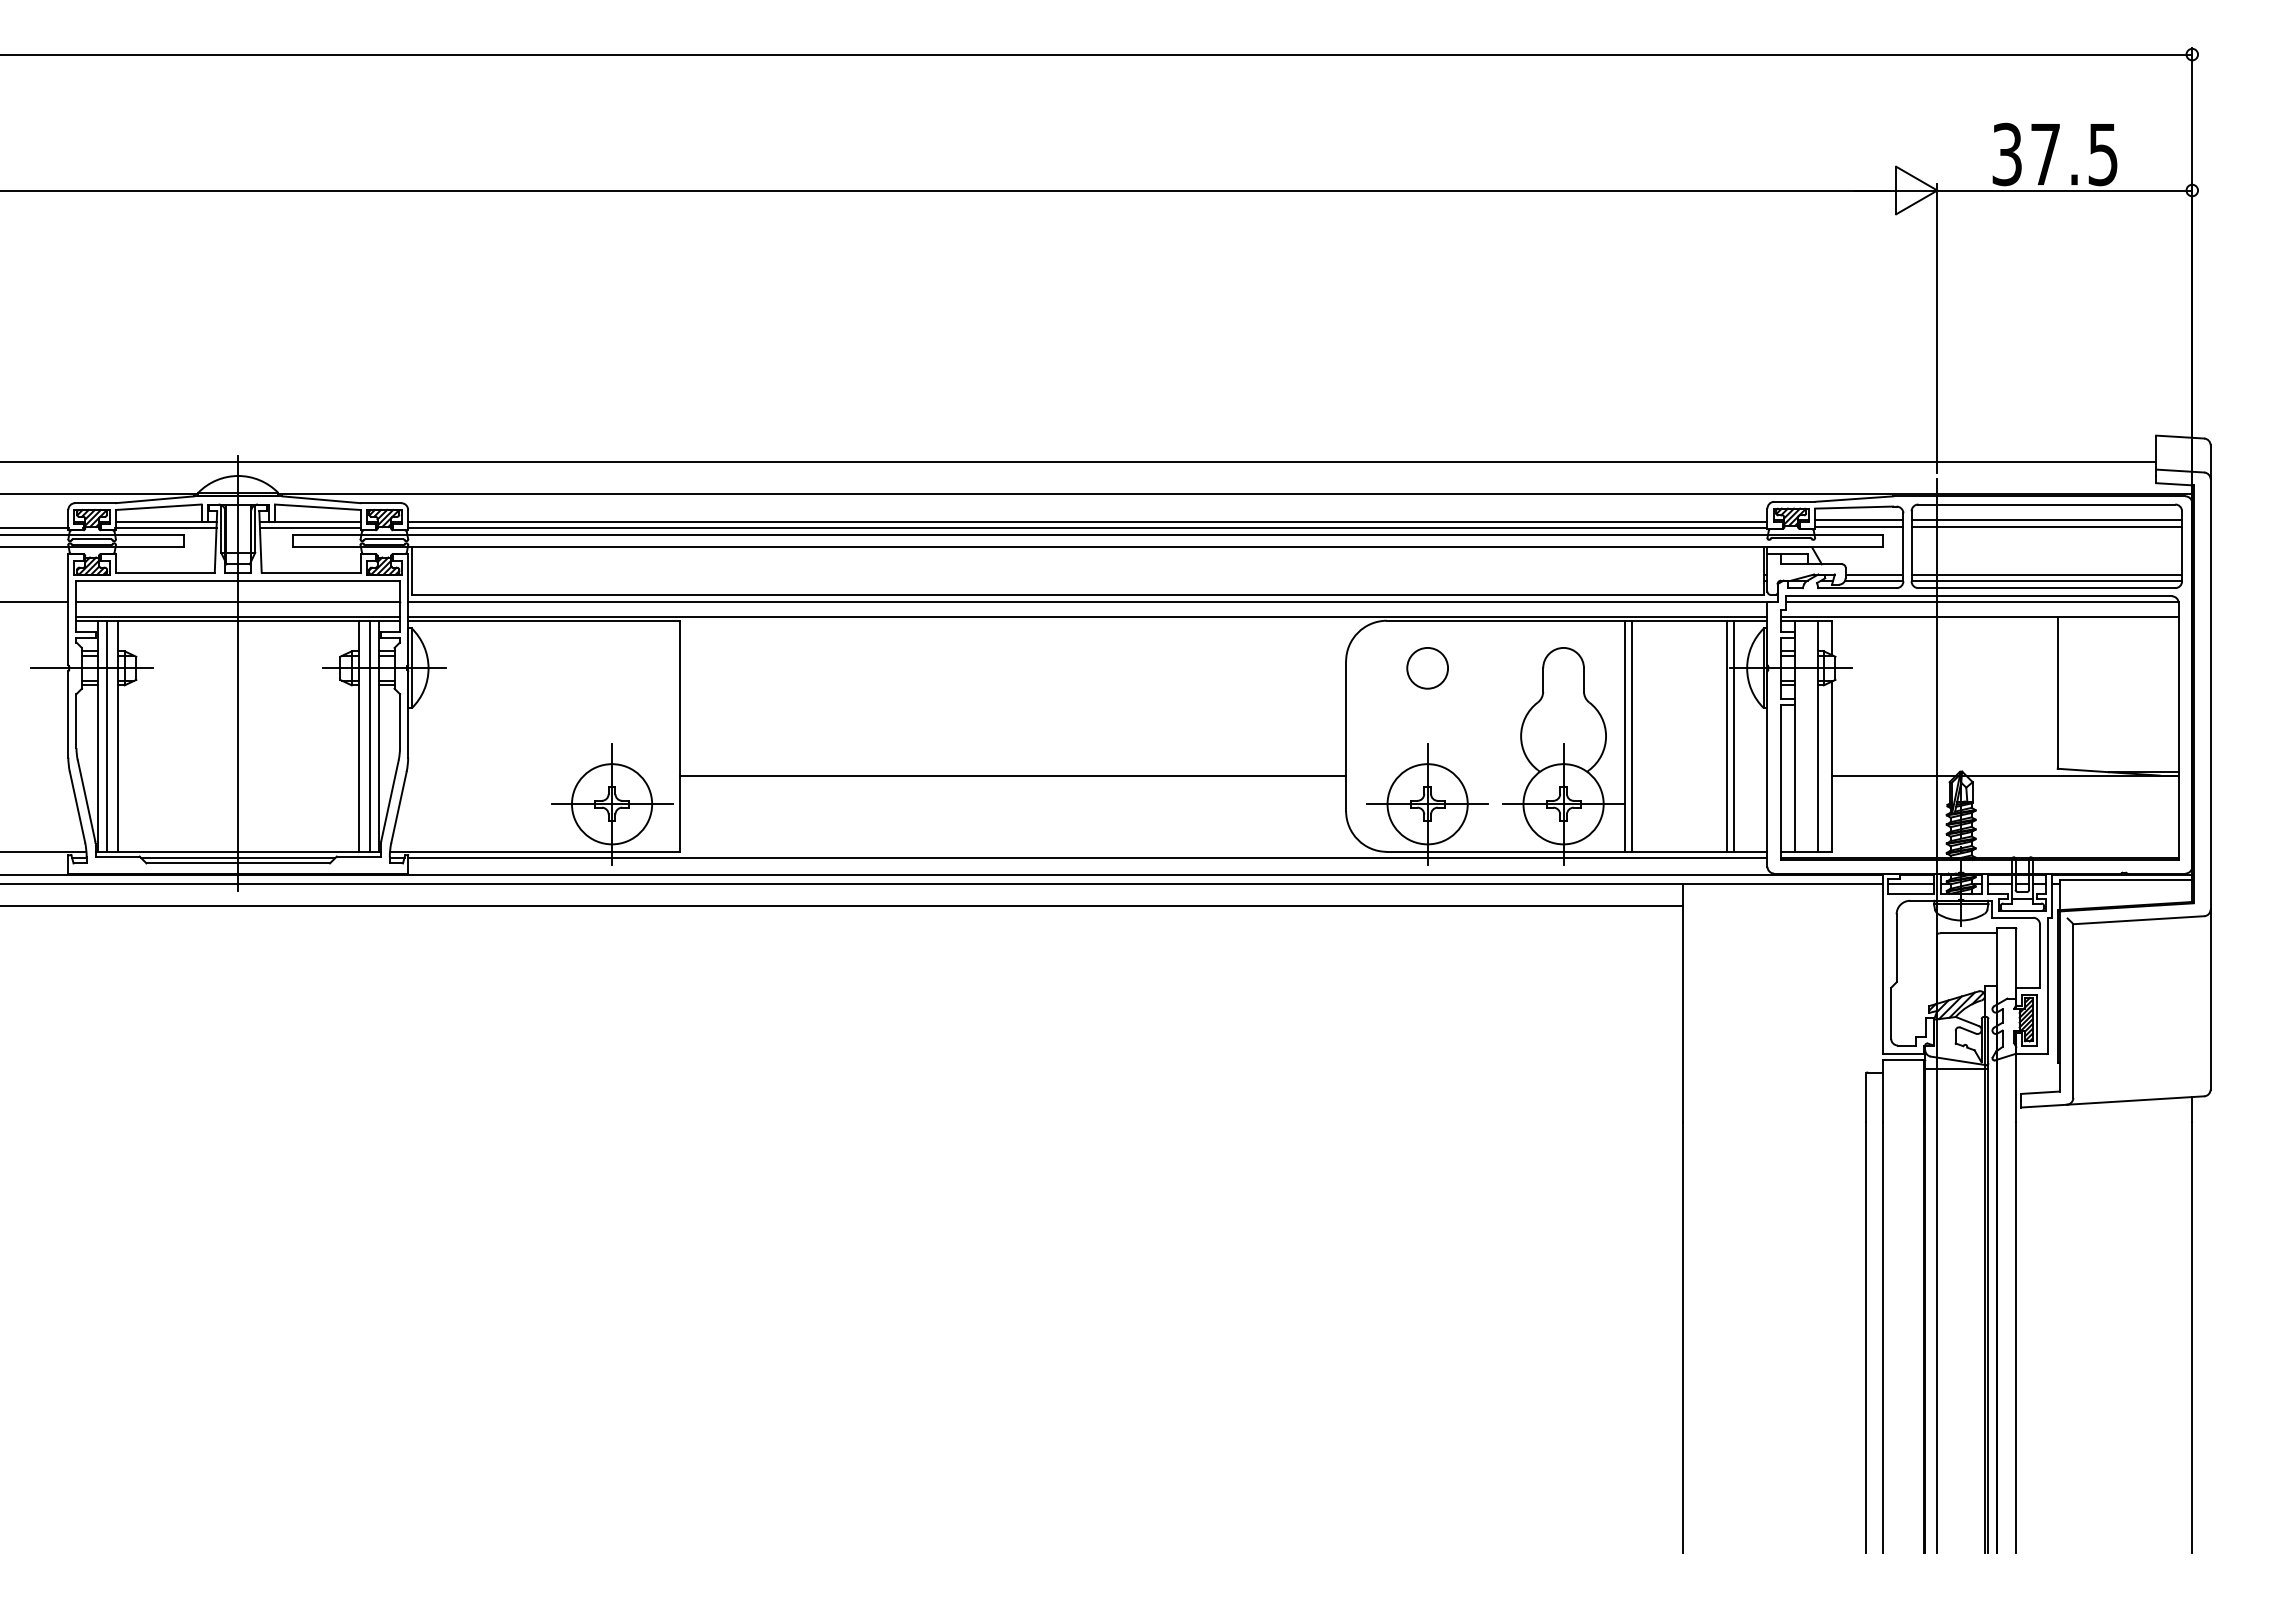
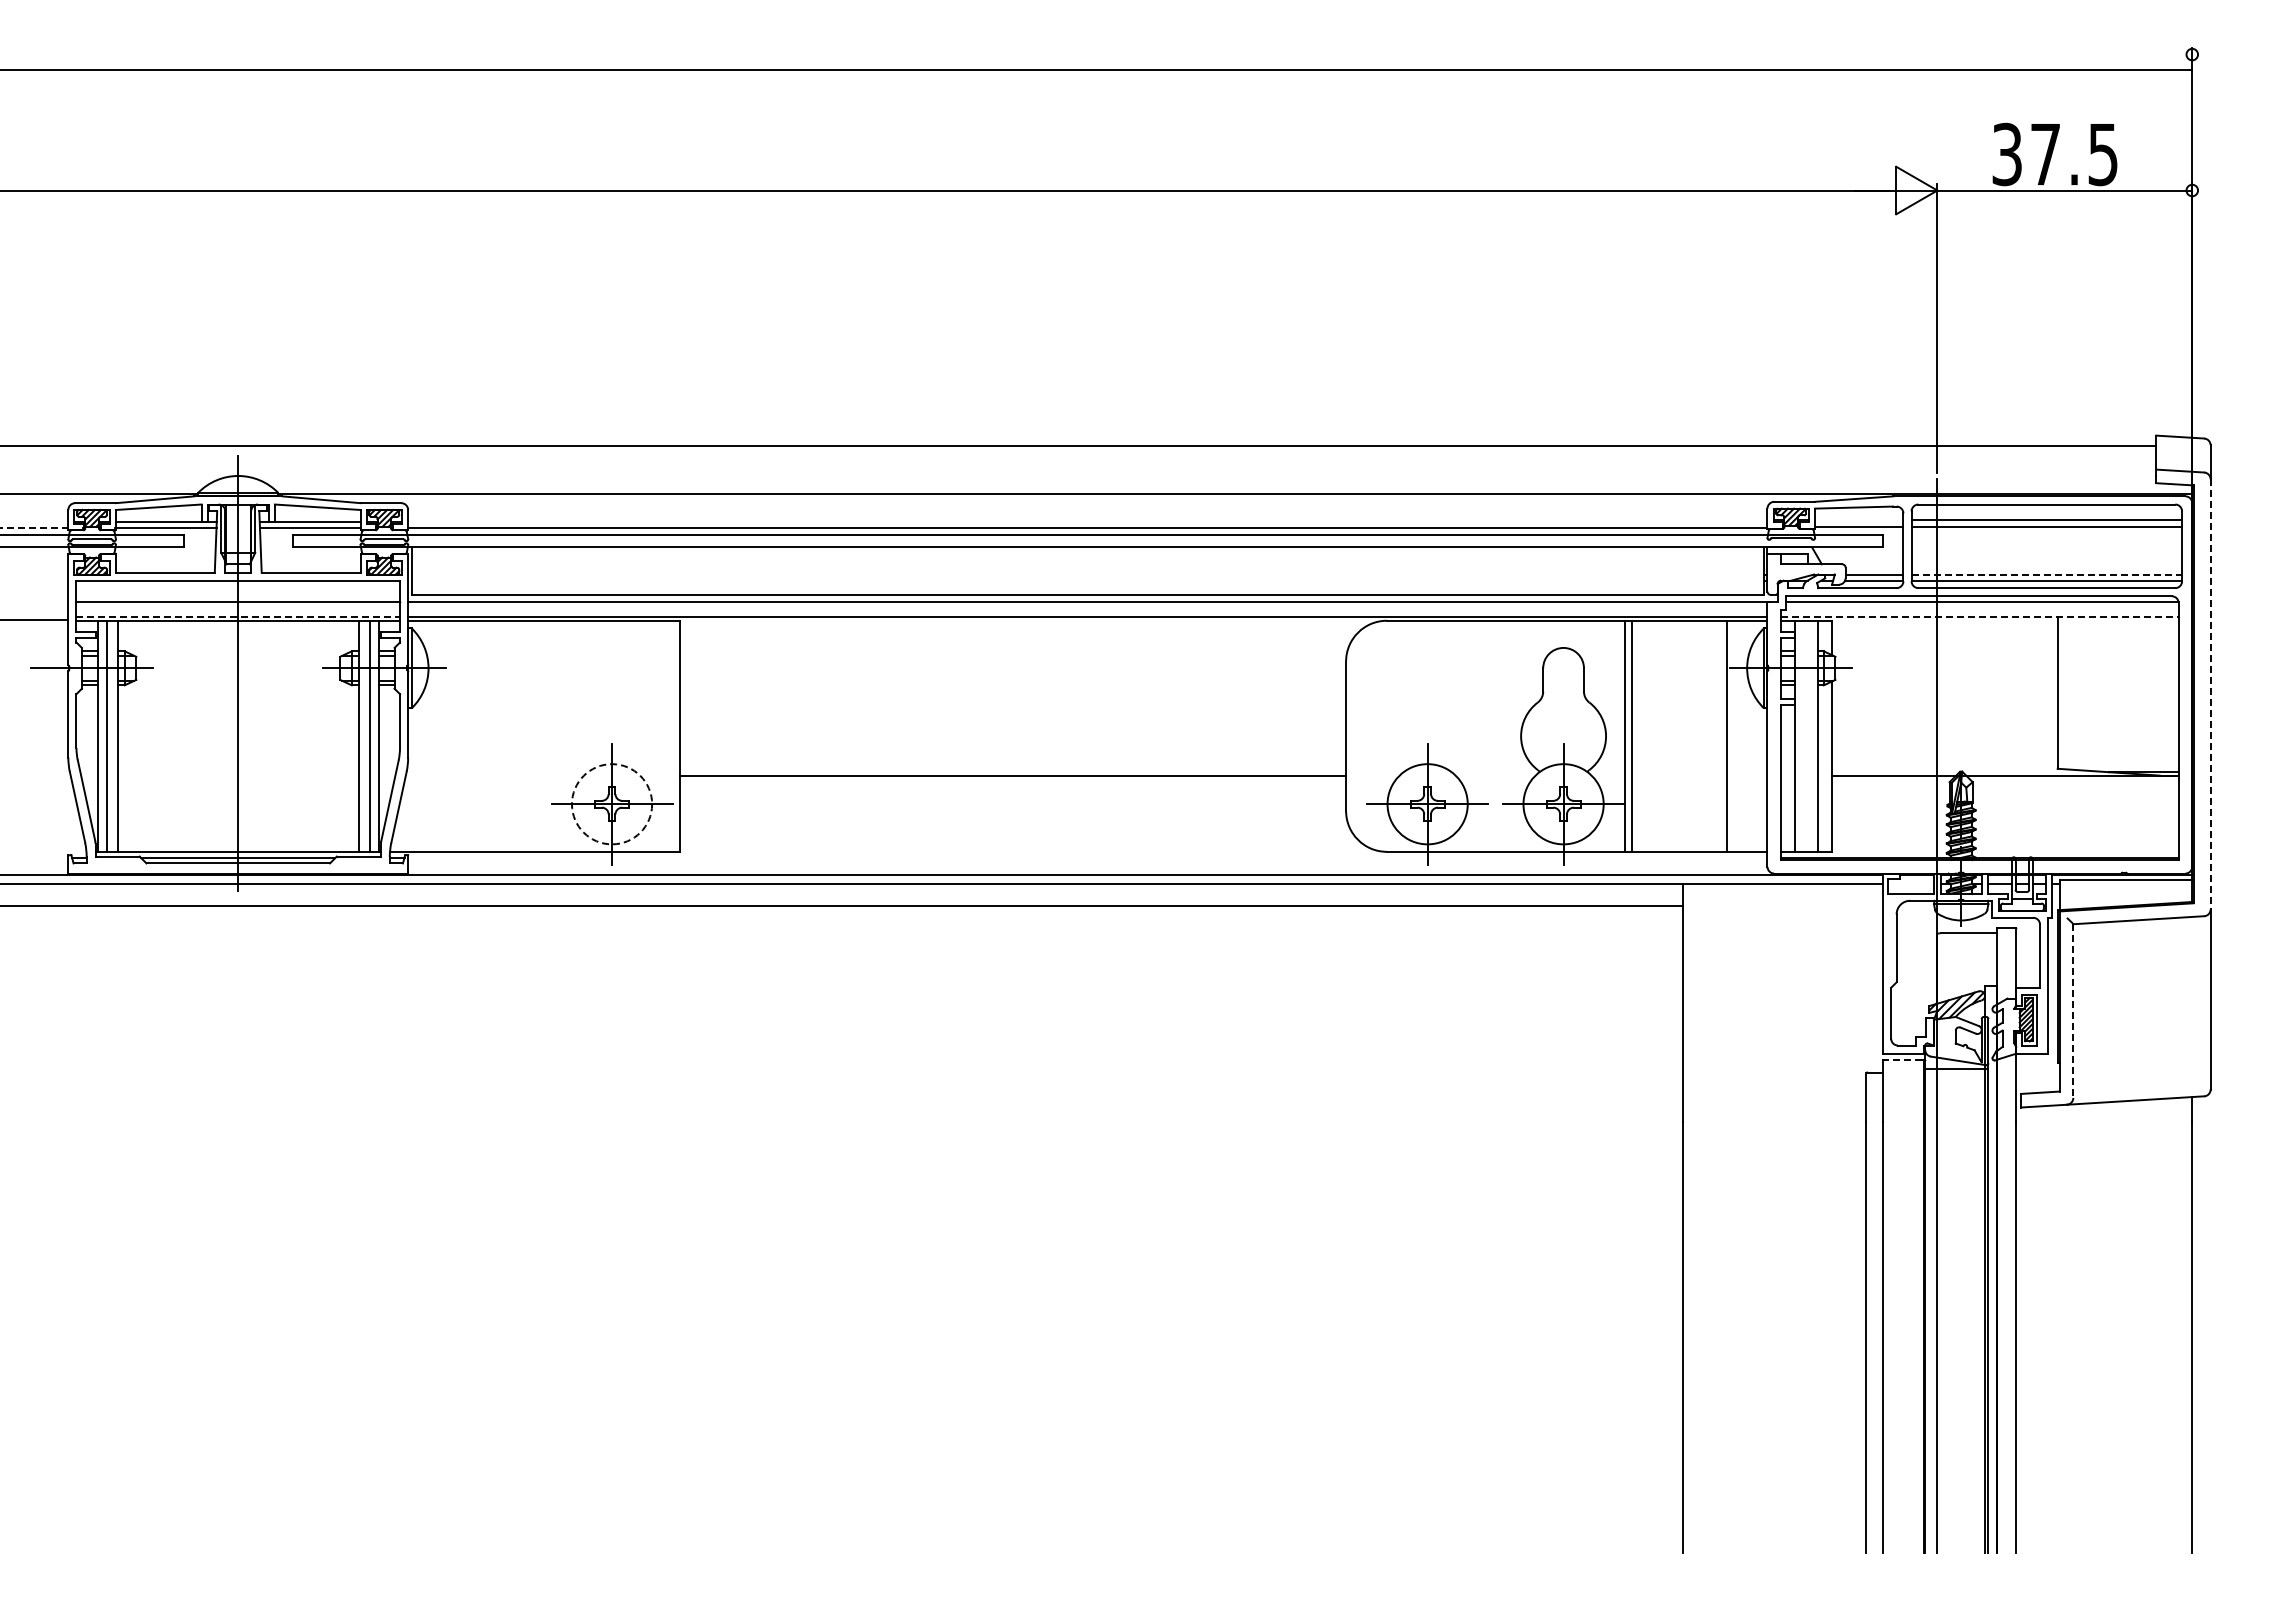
line at (1097, 54) position: (1097, 54) -> (1097, 69)
line at (1079, 462) position: (1079, 462) -> (1079, 446)
line at (1859, 520): present -> none
line at (1087, 521): present -> none
line at (34, 528): solid -> dashed
line at (2047, 574): solid -> dashed
line at (35, 601) position: (35, 601) -> (35, 619)
line at (238, 616): solid -> dashed
line at (1979, 616): solid -> dashed
circle at (1427, 668): present -> none
line at (2210, 694): solid -> dashed
line at (1733, 735): present -> none
circle at (611, 804): solid -> dashed
line at (44, 851): present -> none
line at (1087, 857): present -> none
line at (1911, 883): present -> none
line at (2073, 1011): solid -> dashed
line at (1902, 1060): solid -> dashed
